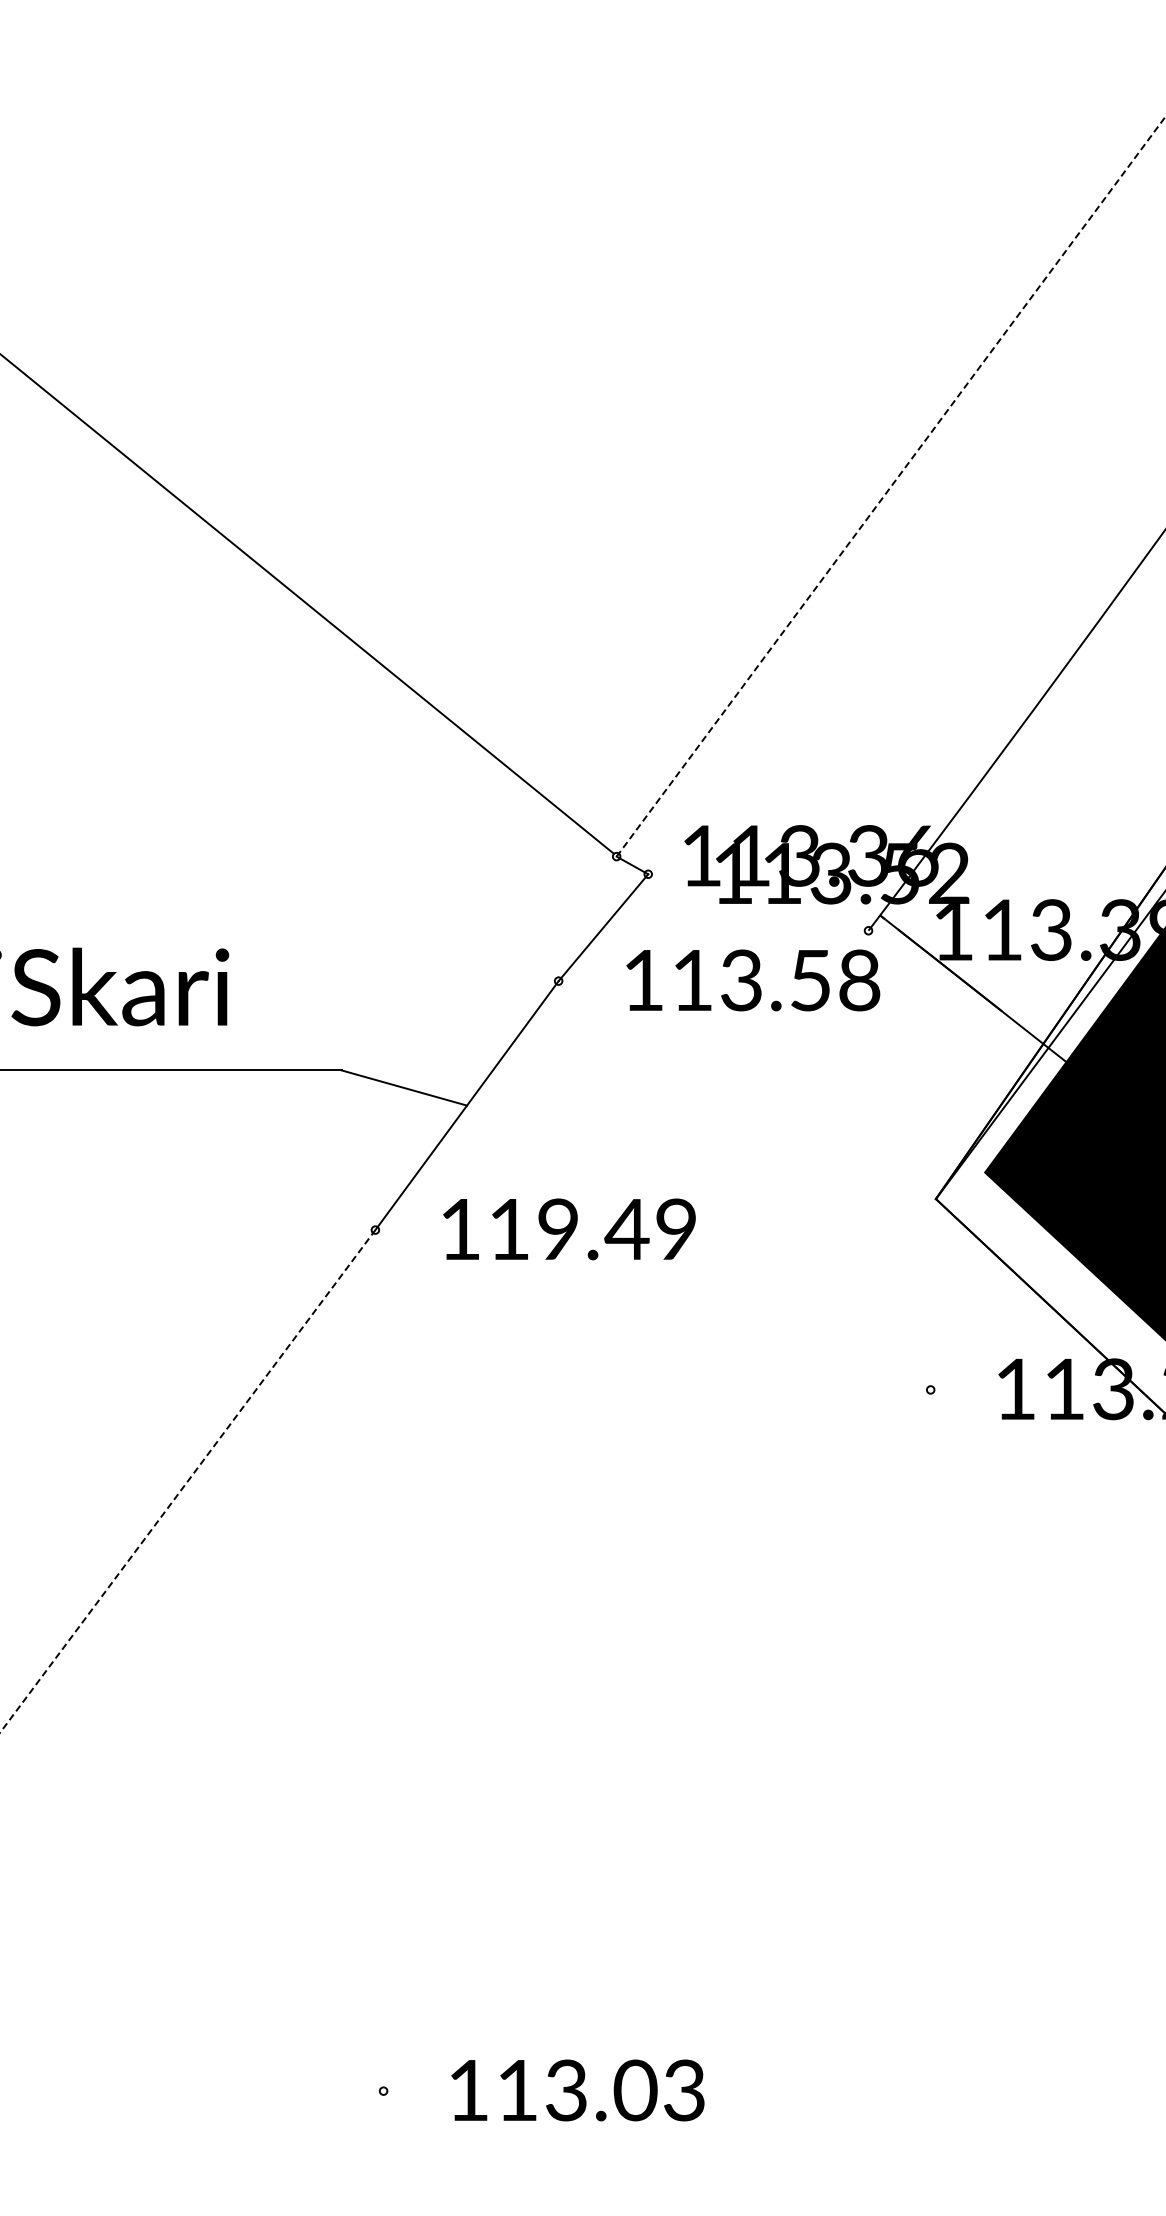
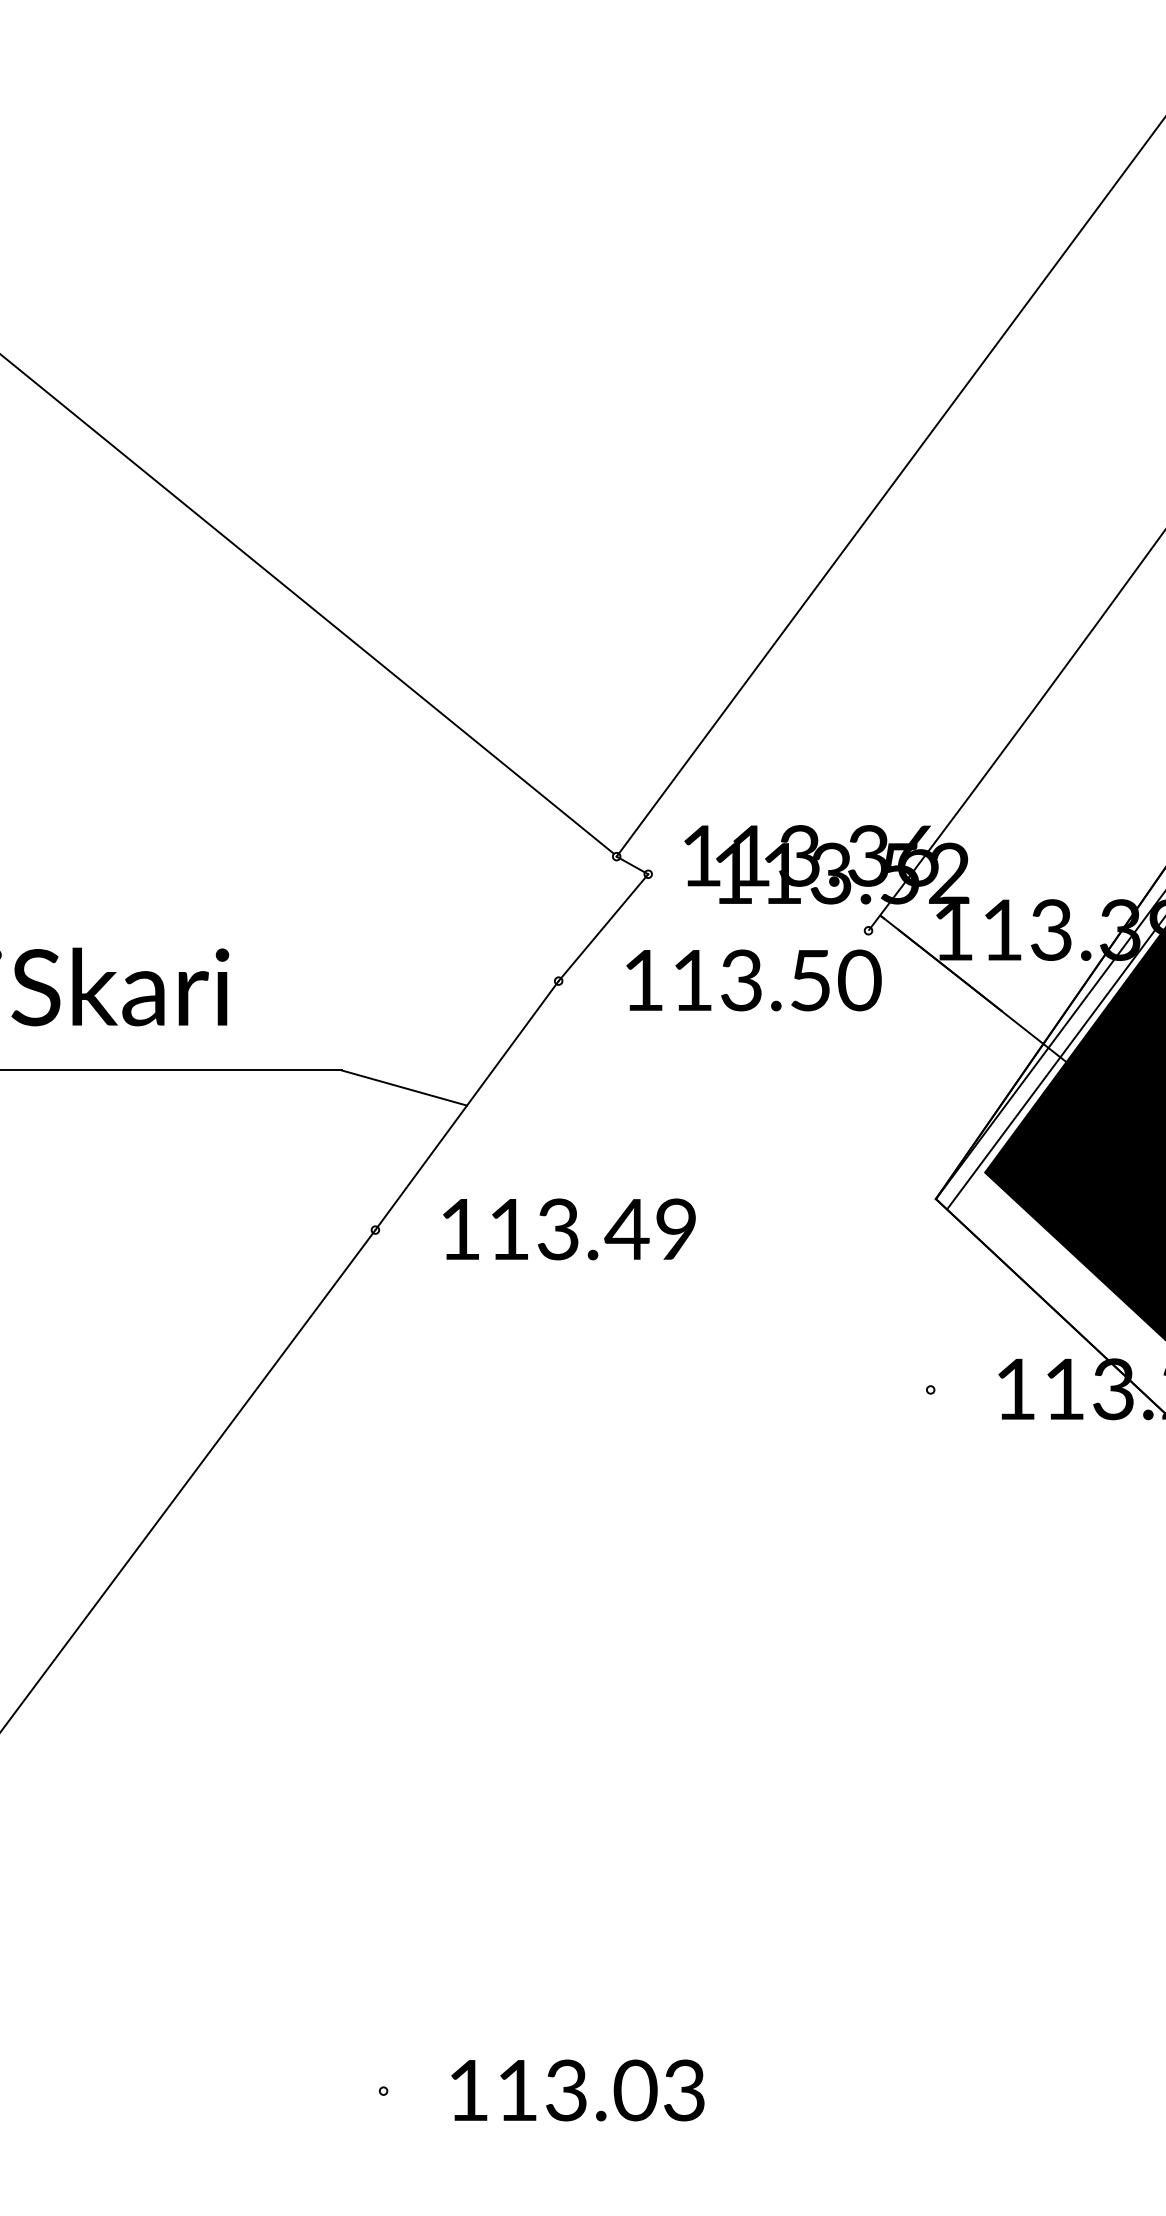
line at (891, 486): dashed -> solid
text at (859, 980): 113.58 -> 113.50
line at (1055, 1064): none -> present
text at (557, 1229): 119.49 -> 113.49
line at (188, 1480): dashed -> solid
